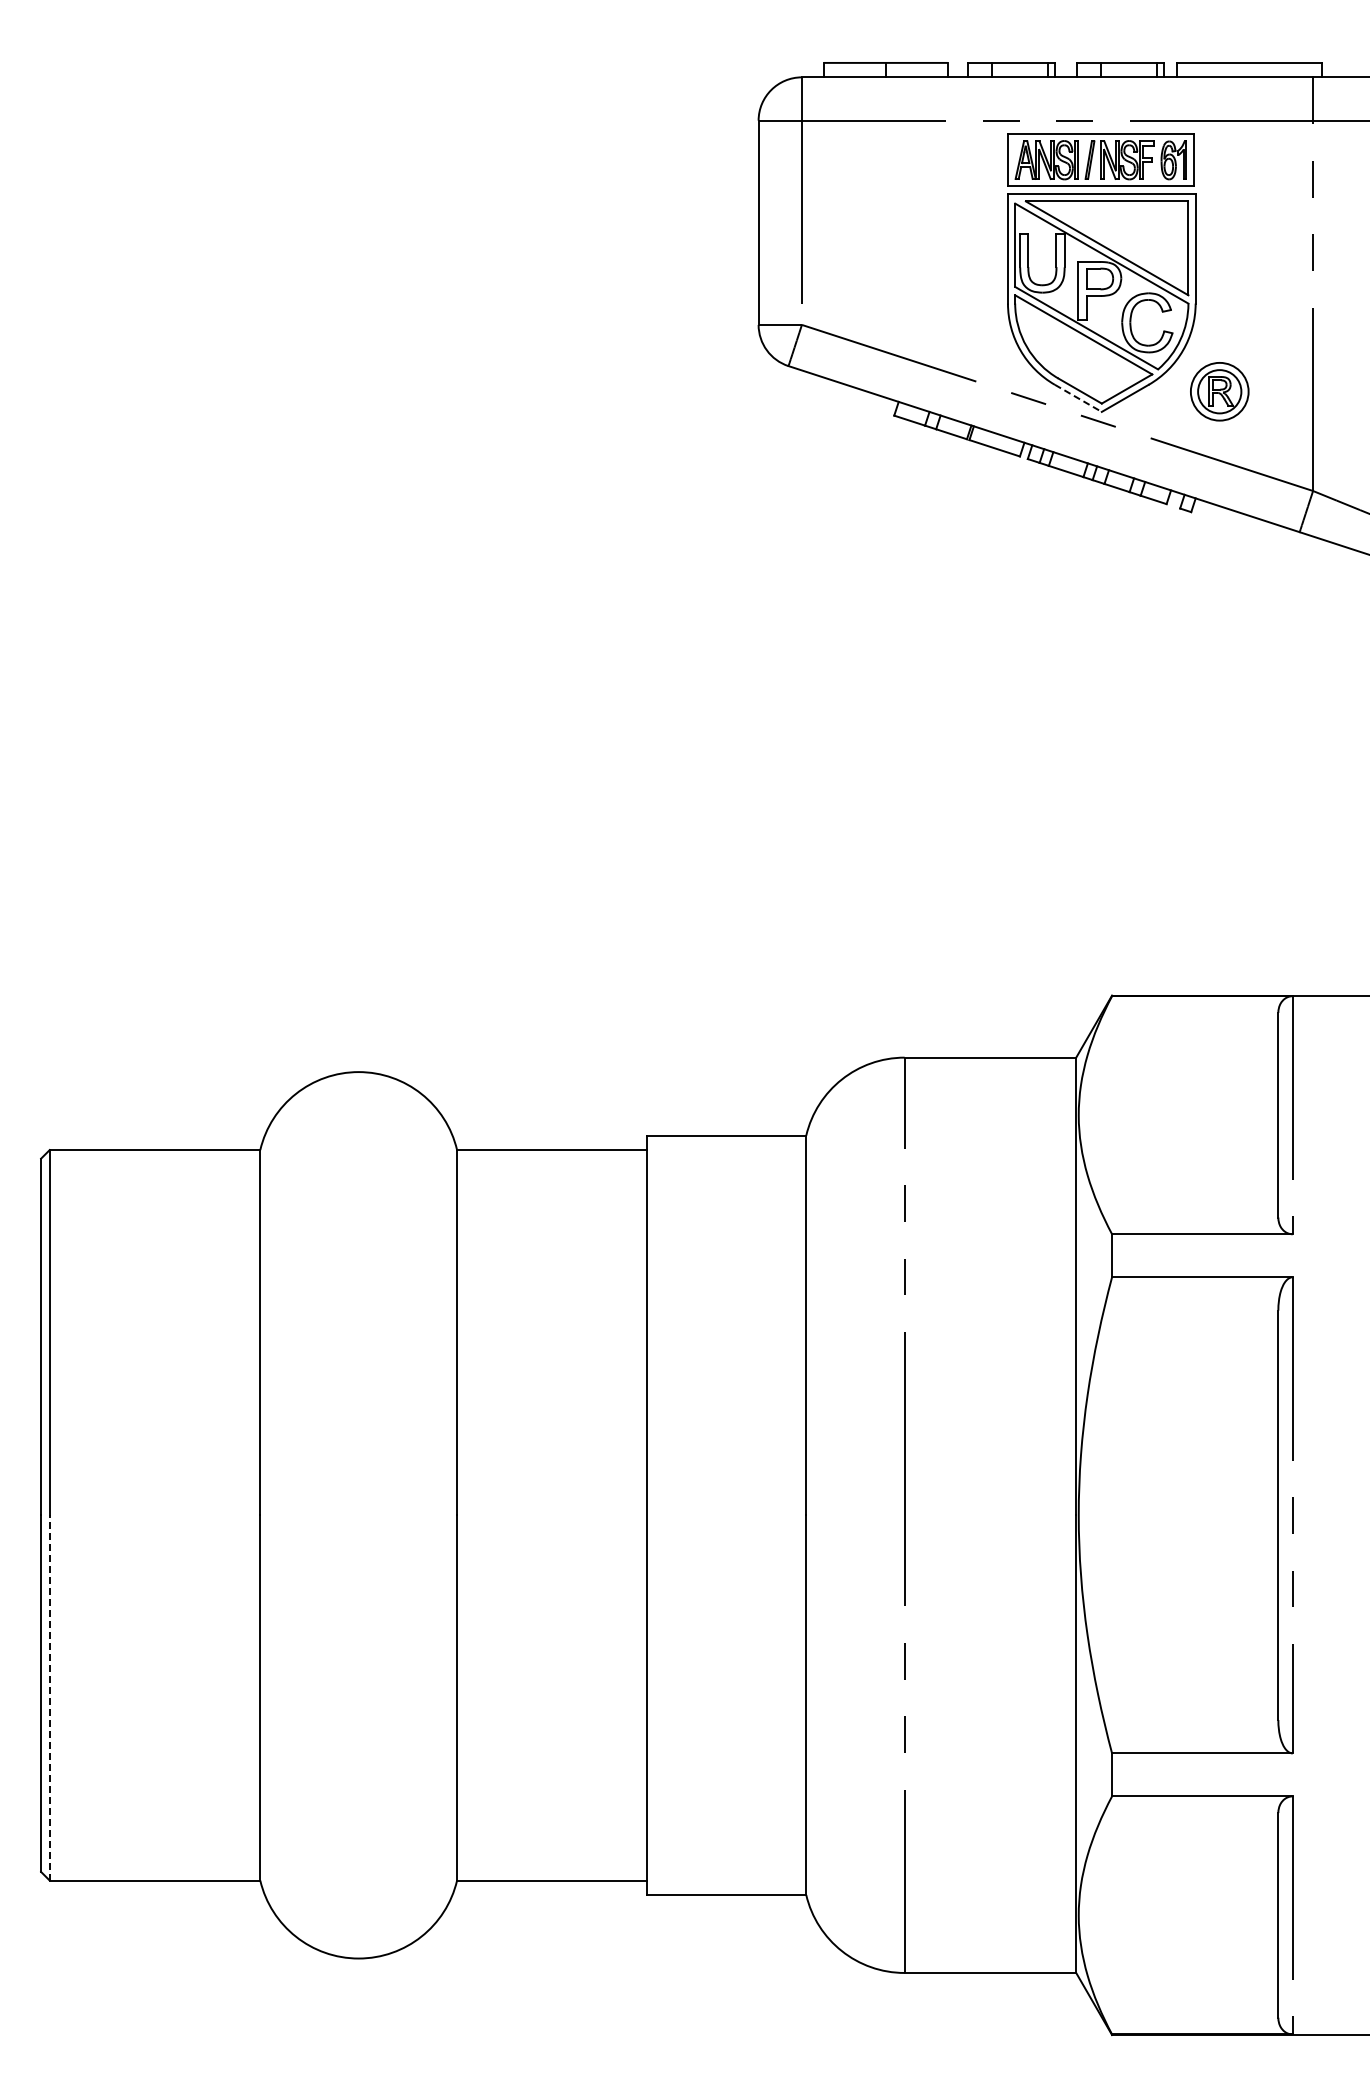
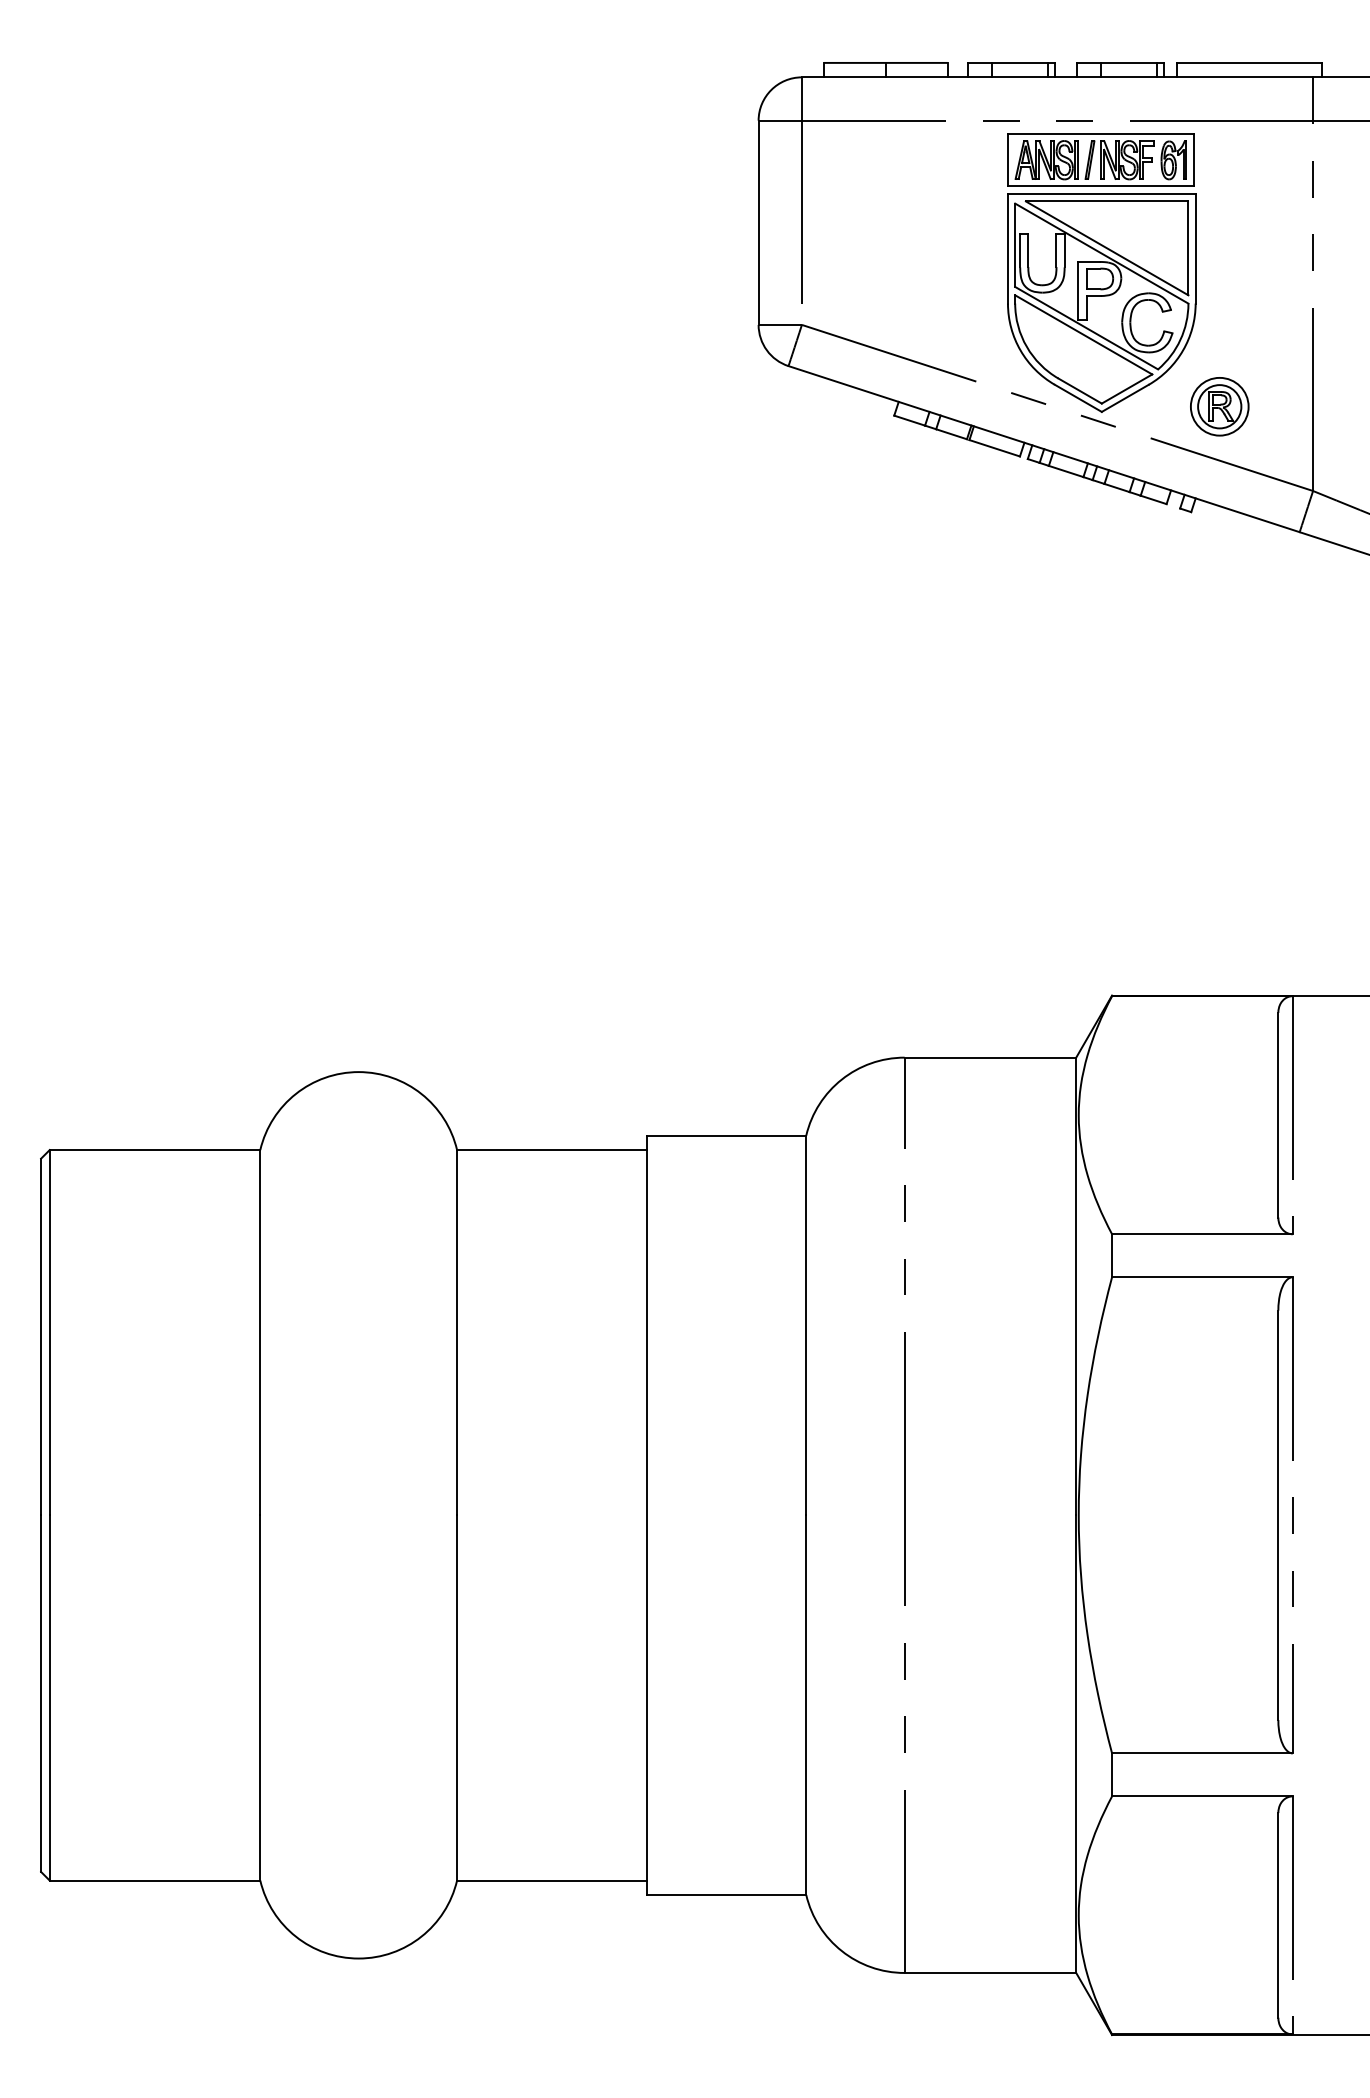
part at (1219, 391) position: (1219, 391) -> (1219, 406)
line at (1078, 398): dashed -> solid
line at (49, 1697): dashed -> solid
